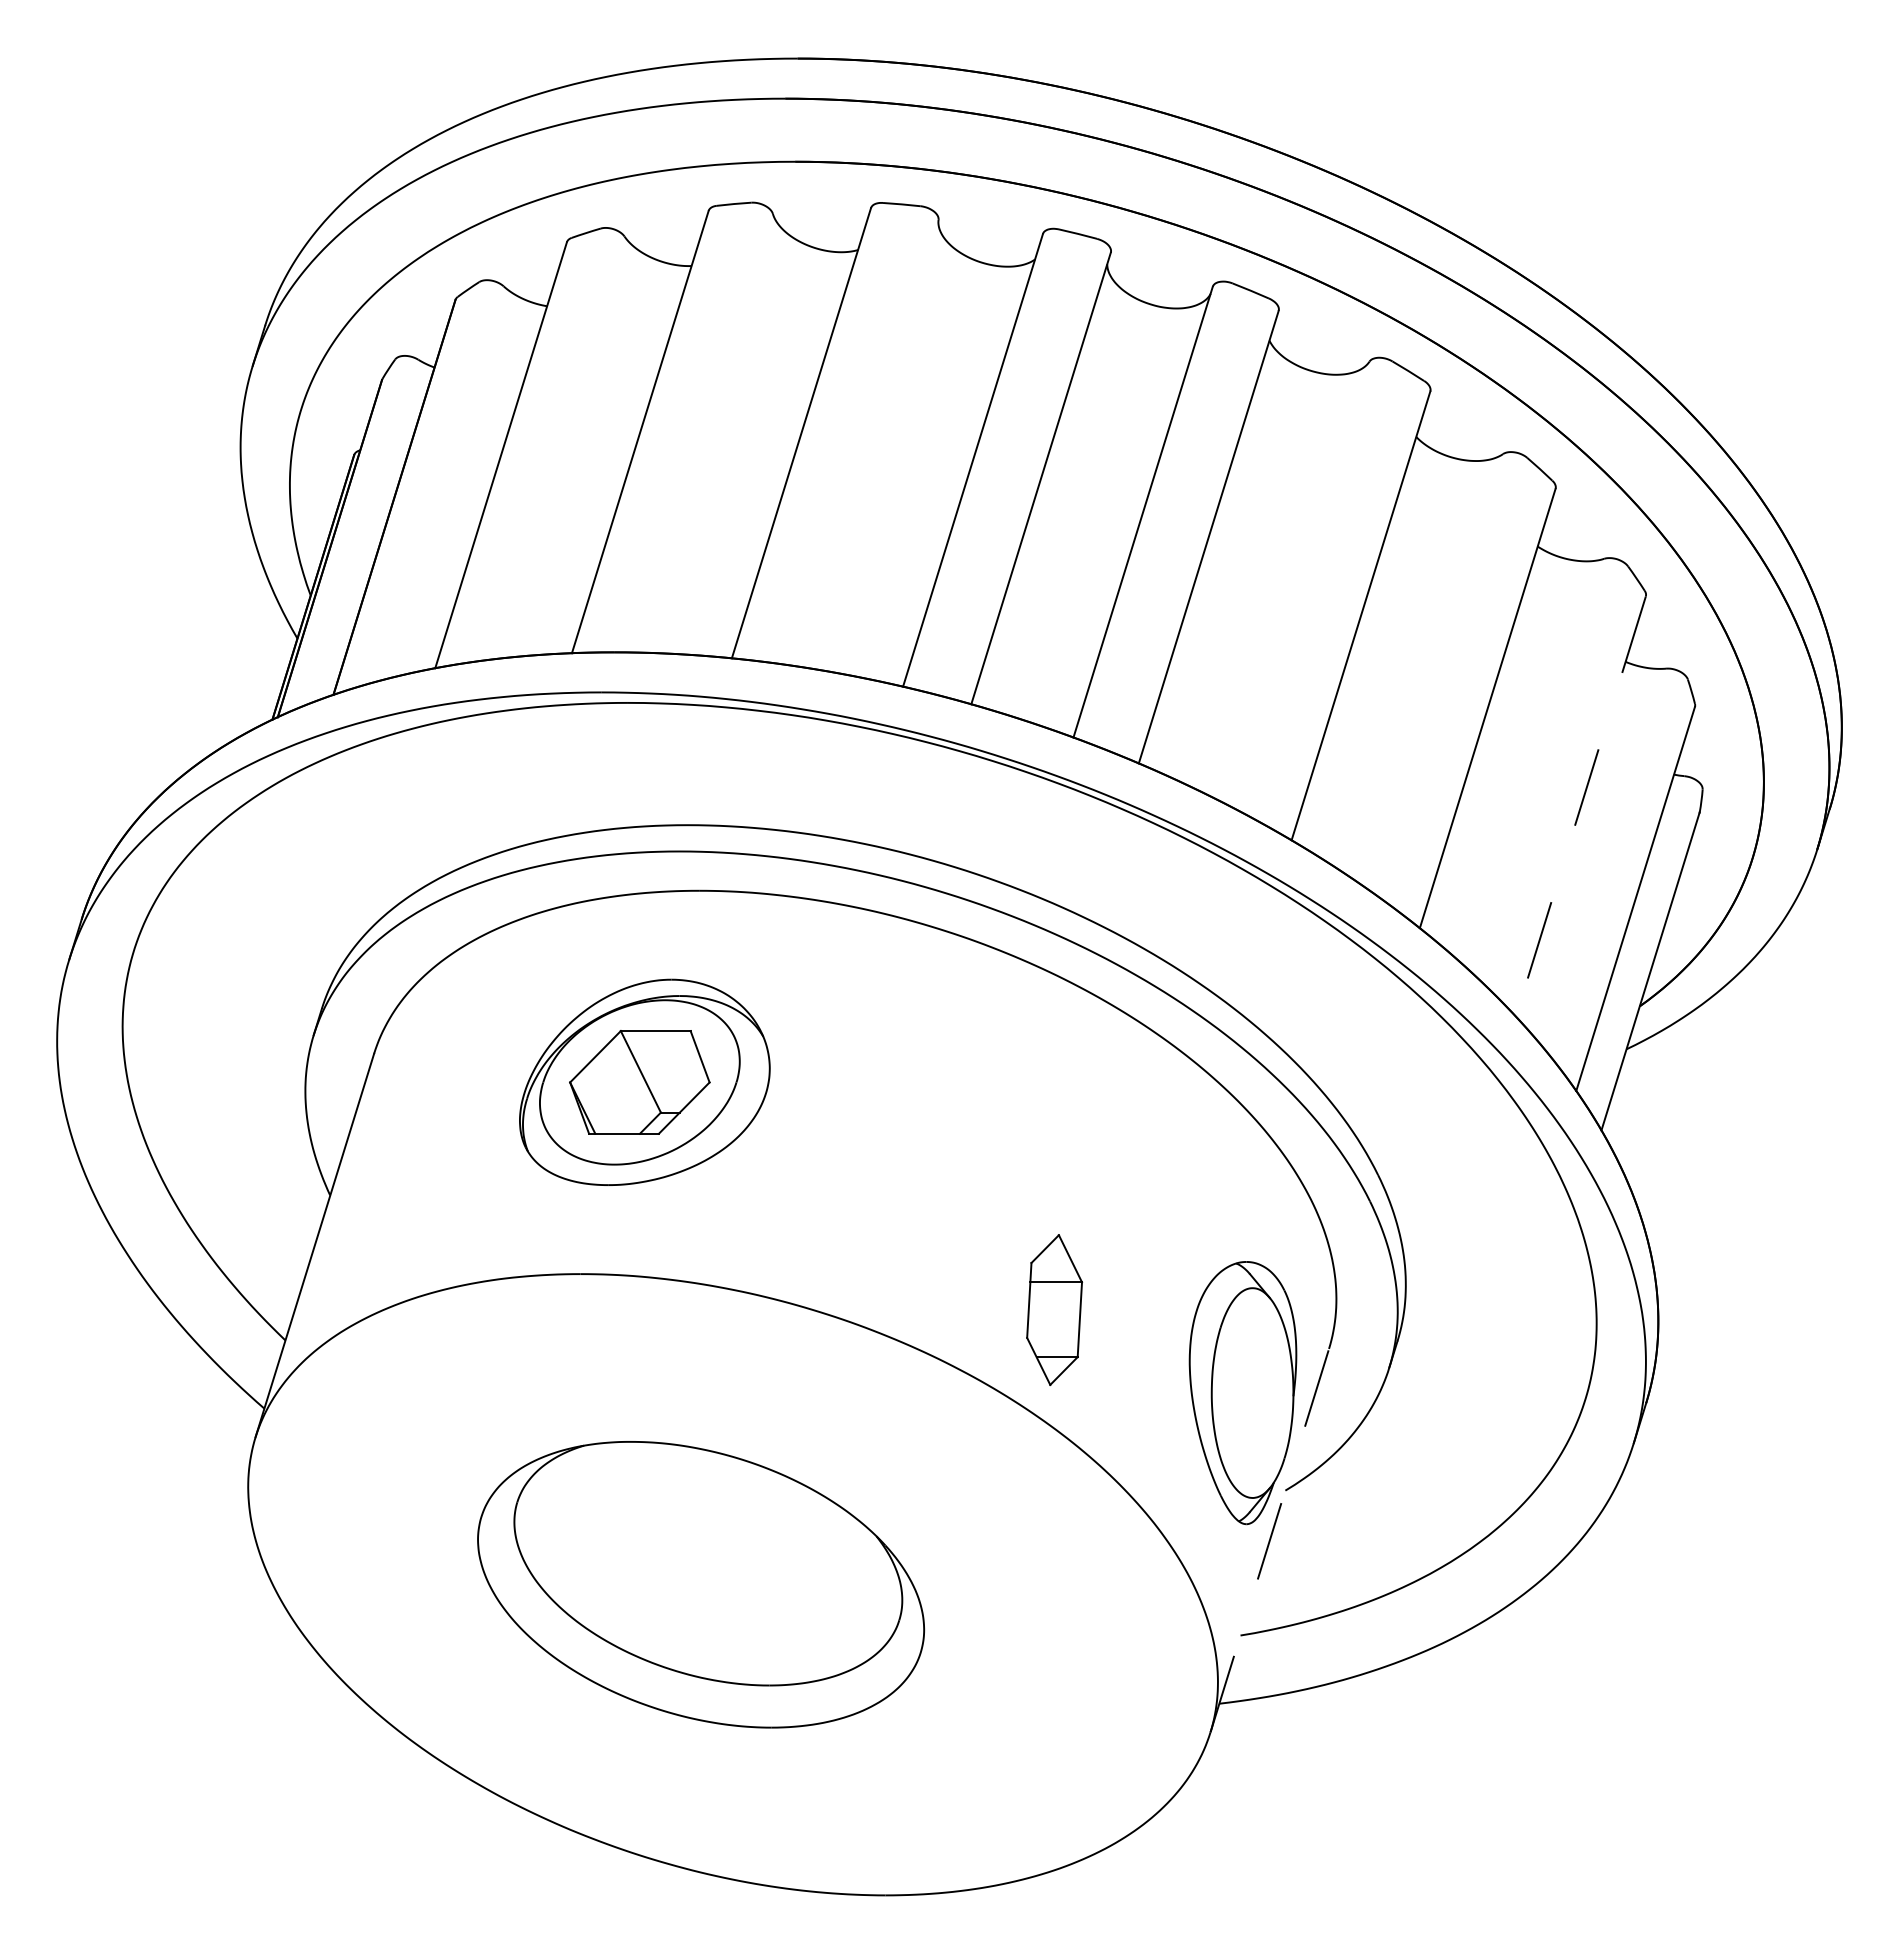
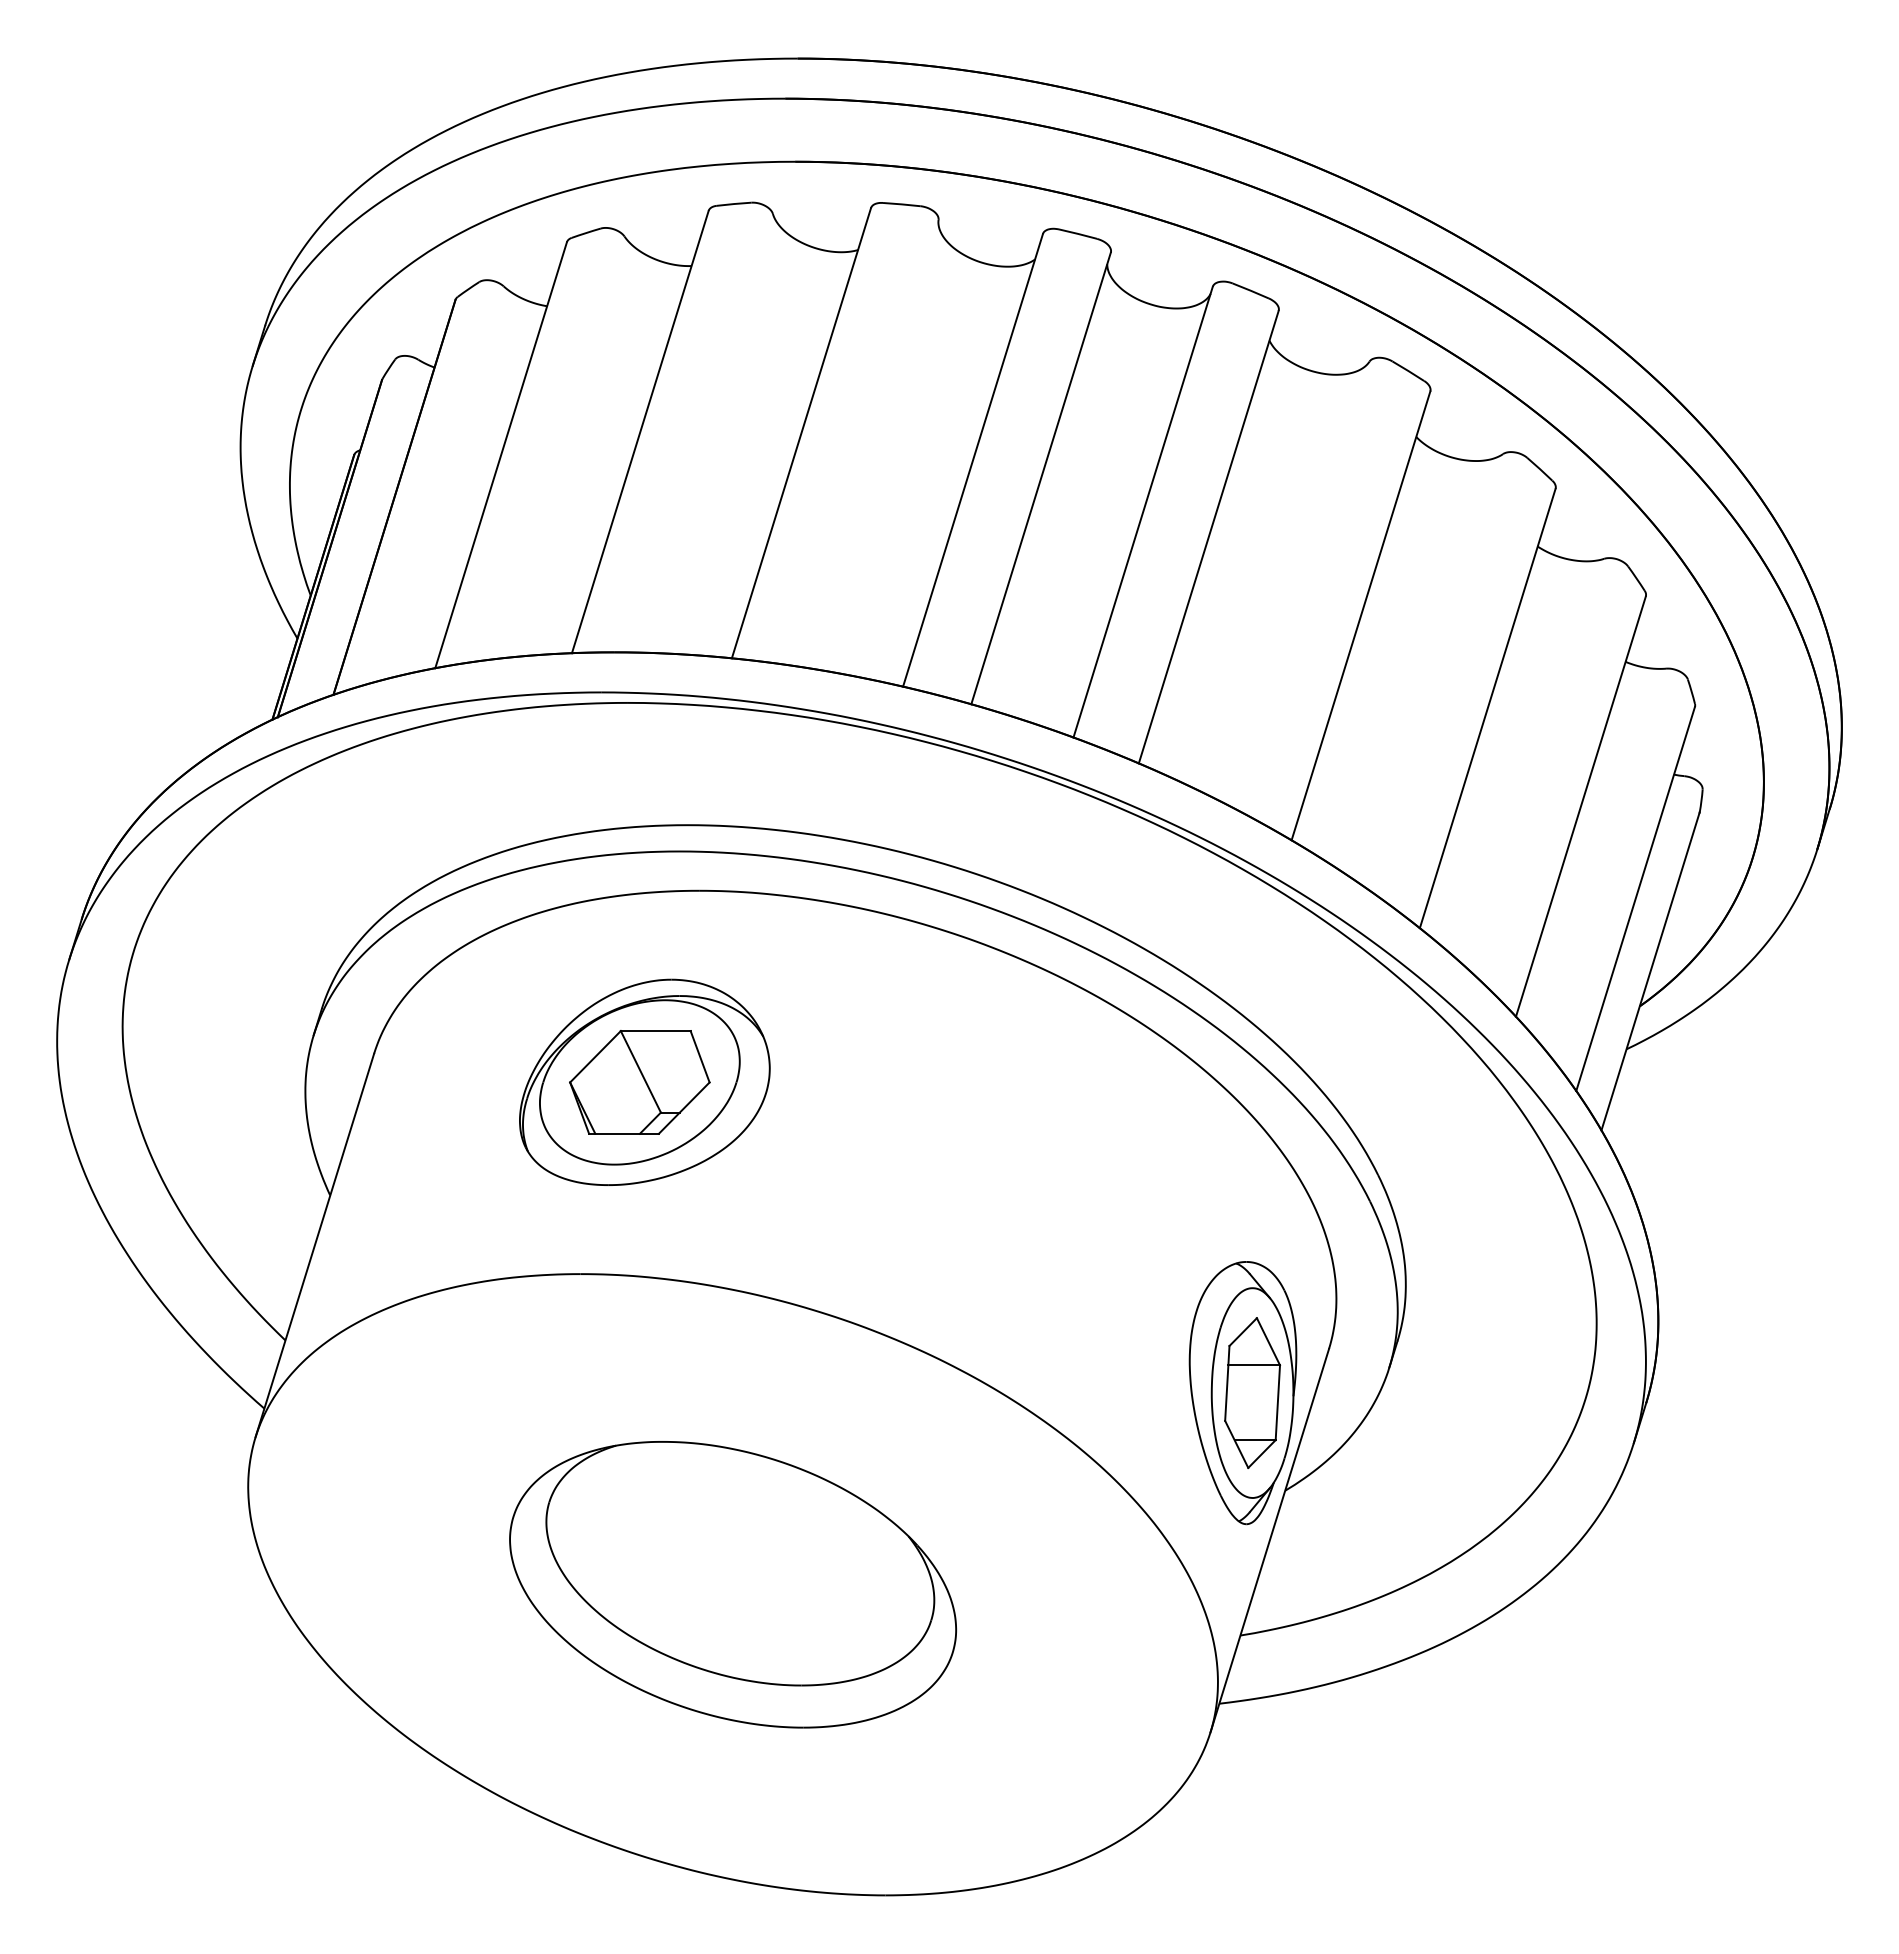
line at (1580, 806): dashed -> solid
part at (1054, 1309) position: (1054, 1309) -> (1252, 1392)
line at (1269, 1540): dashed -> solid
part at (700, 1584) position: (700, 1584) -> (732, 1584)
